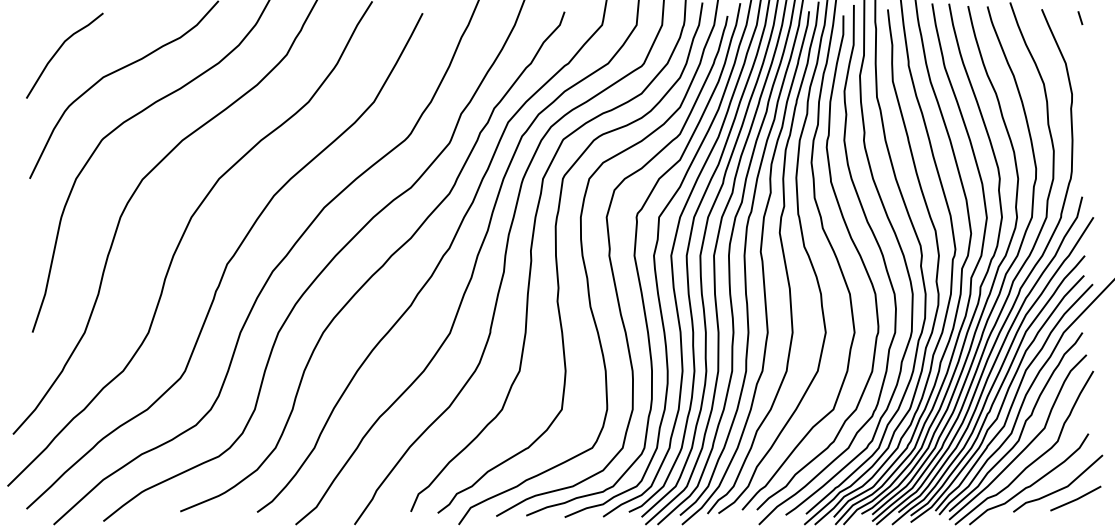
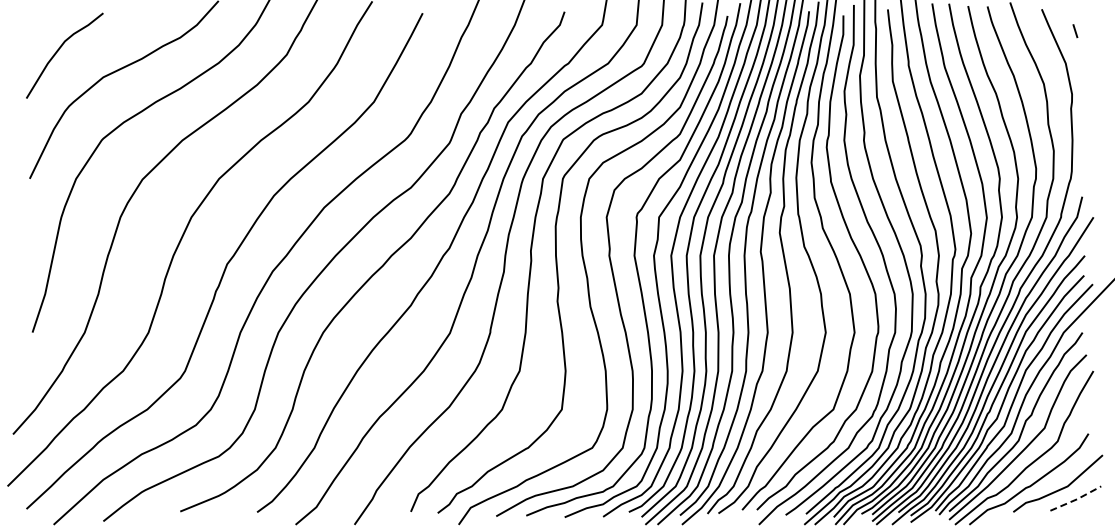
line at (1080, 18) position: (1080, 18) -> (1075, 31)
line at (1077, 499): solid -> dashed
